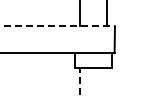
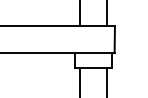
line at (58, 26): dashed -> solid
line at (106, 81): none -> present
line at (80, 82): dashed -> solid
